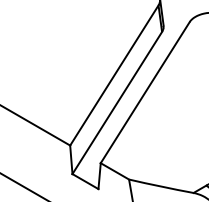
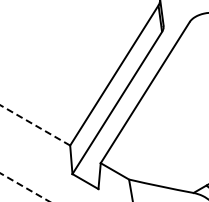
line at (34, 125): solid -> dashed
line at (24, 187): solid -> dashed
